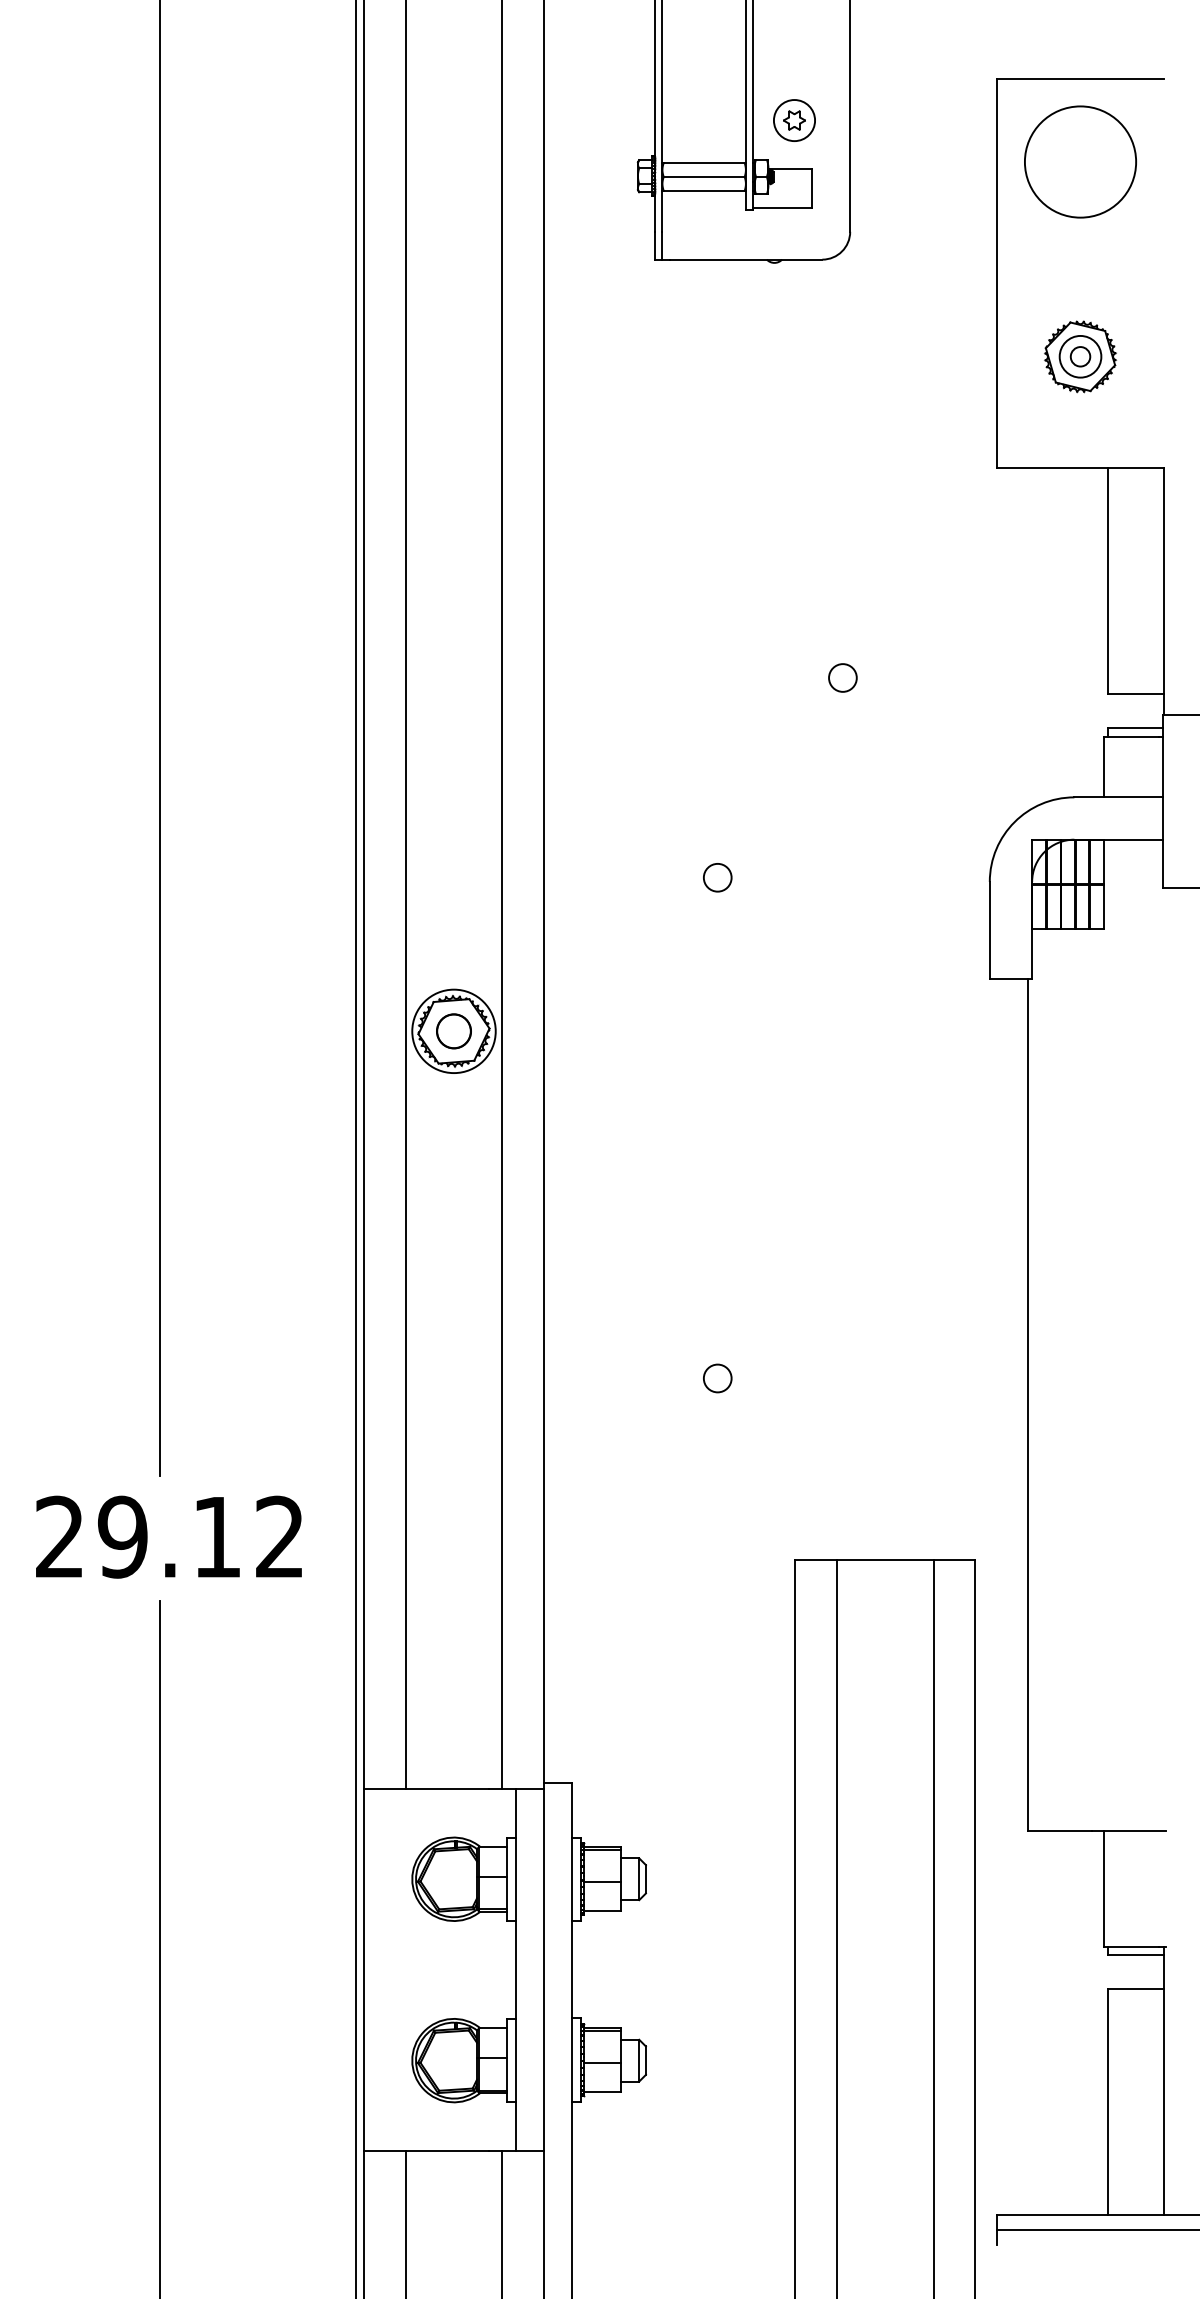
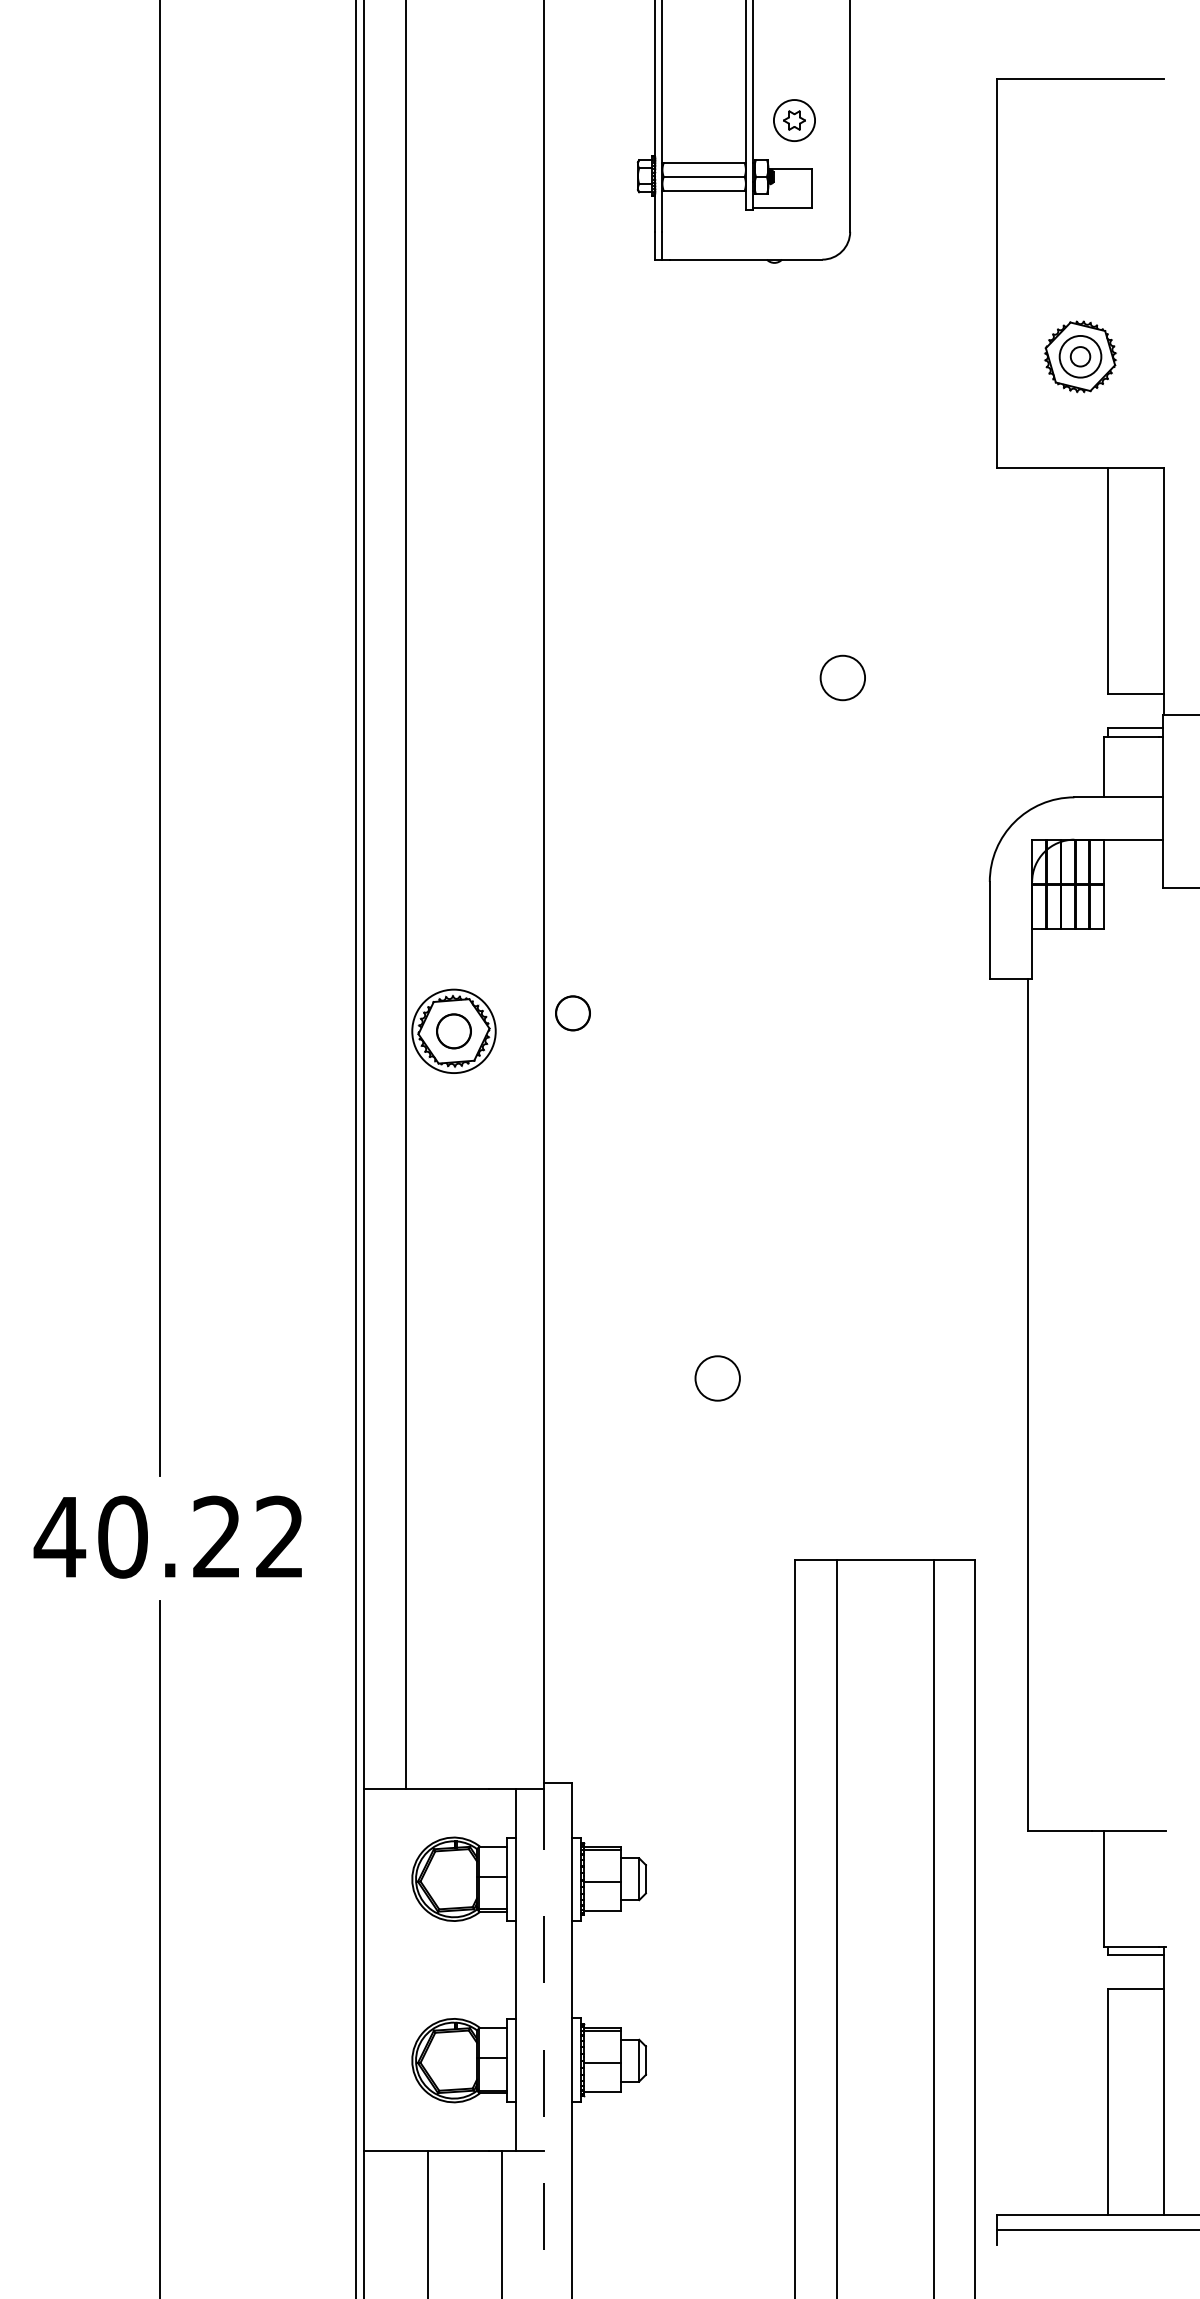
circle at (1080, 161): present -> none
circle at (842, 677) size: 30x30 px -> 47x48 px
circle at (717, 877): present -> none
line at (502, 895): present -> none
circle at (572, 1013): none -> present
circle at (717, 1378) diameter: 28 px -> 44 px
text at (136, 1536): 29.12 -> 40.22
line at (544, 2040): solid -> dashed
line at (405, 2222) position: (405, 2222) -> (427, 2222)
